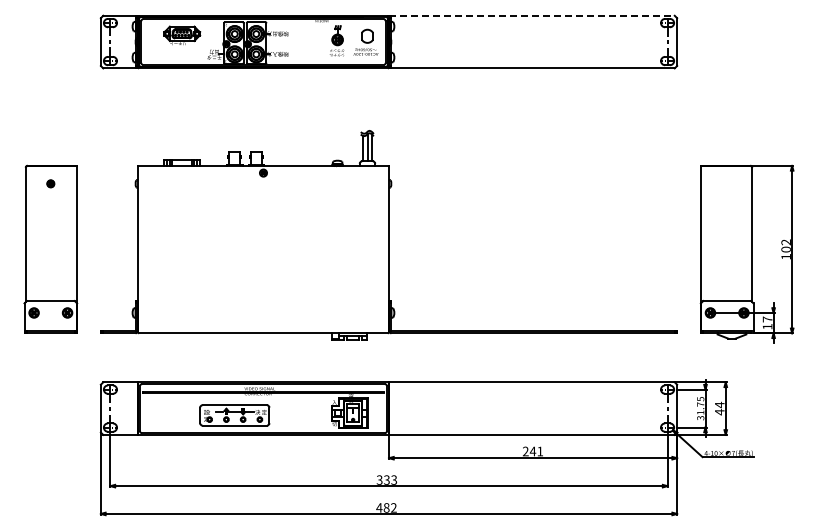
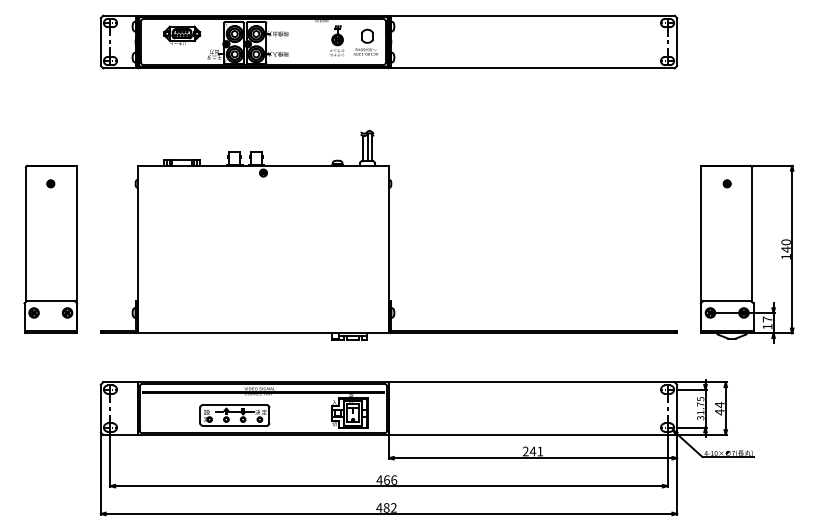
line at (531, 15): dashed -> solid
part at (726, 183): none -> present
text at (785, 245): 102 -> 140
text at (386, 479): 333 -> 466
